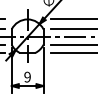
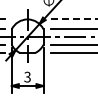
line at (74, 19): solid -> dashed
text at (27, 77): 9 -> 3
